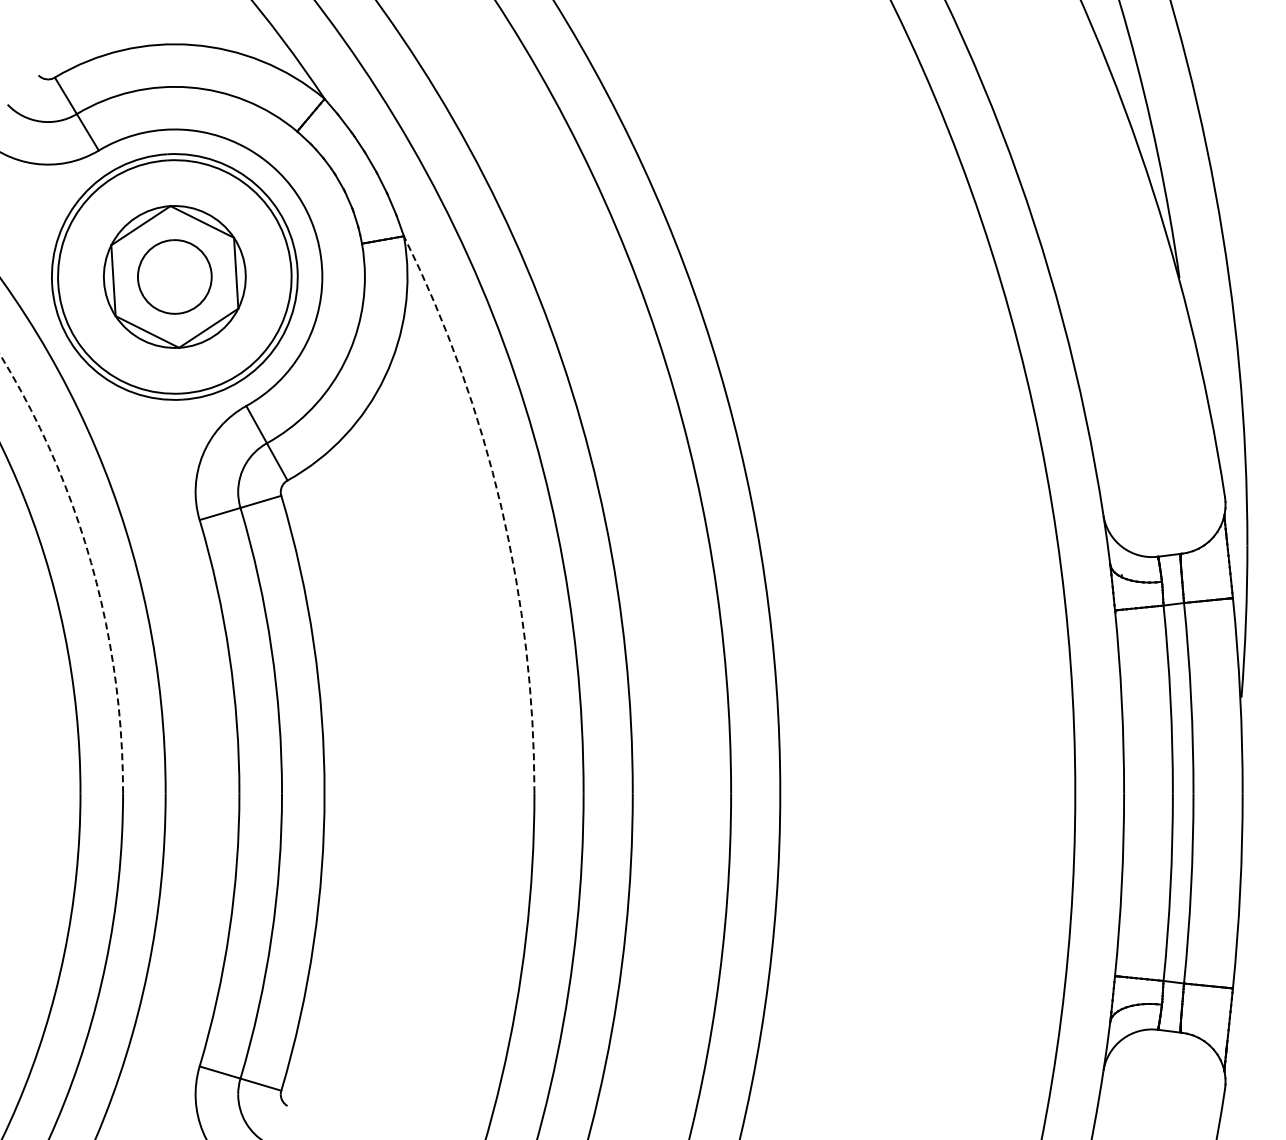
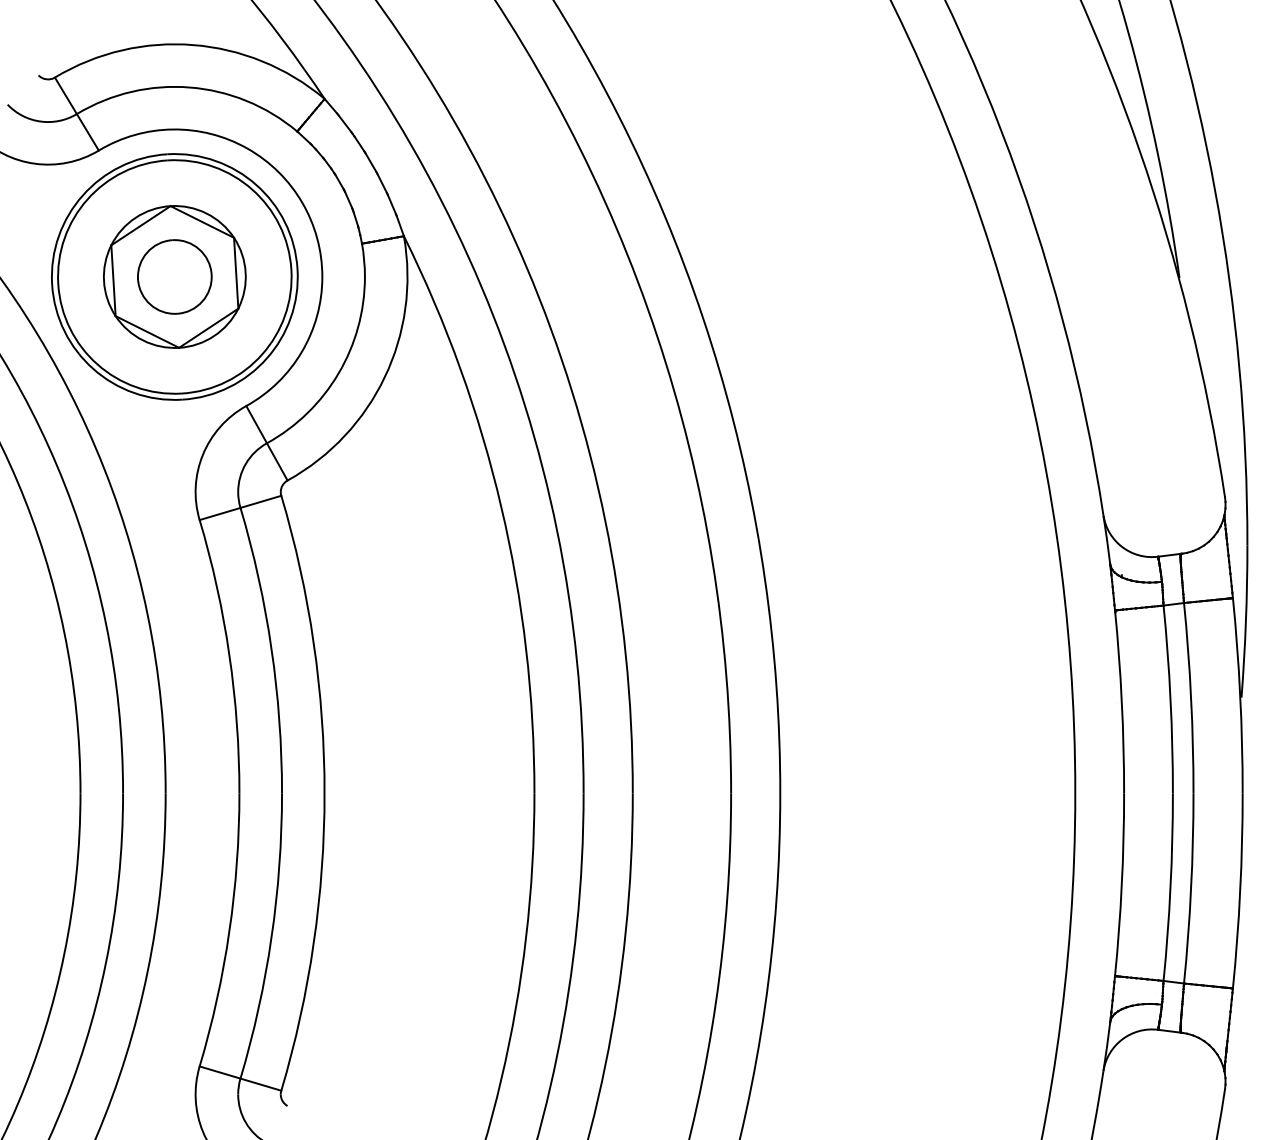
arc at (501, 507): dashed -> solid
arc at (91, 564): dashed -> solid
